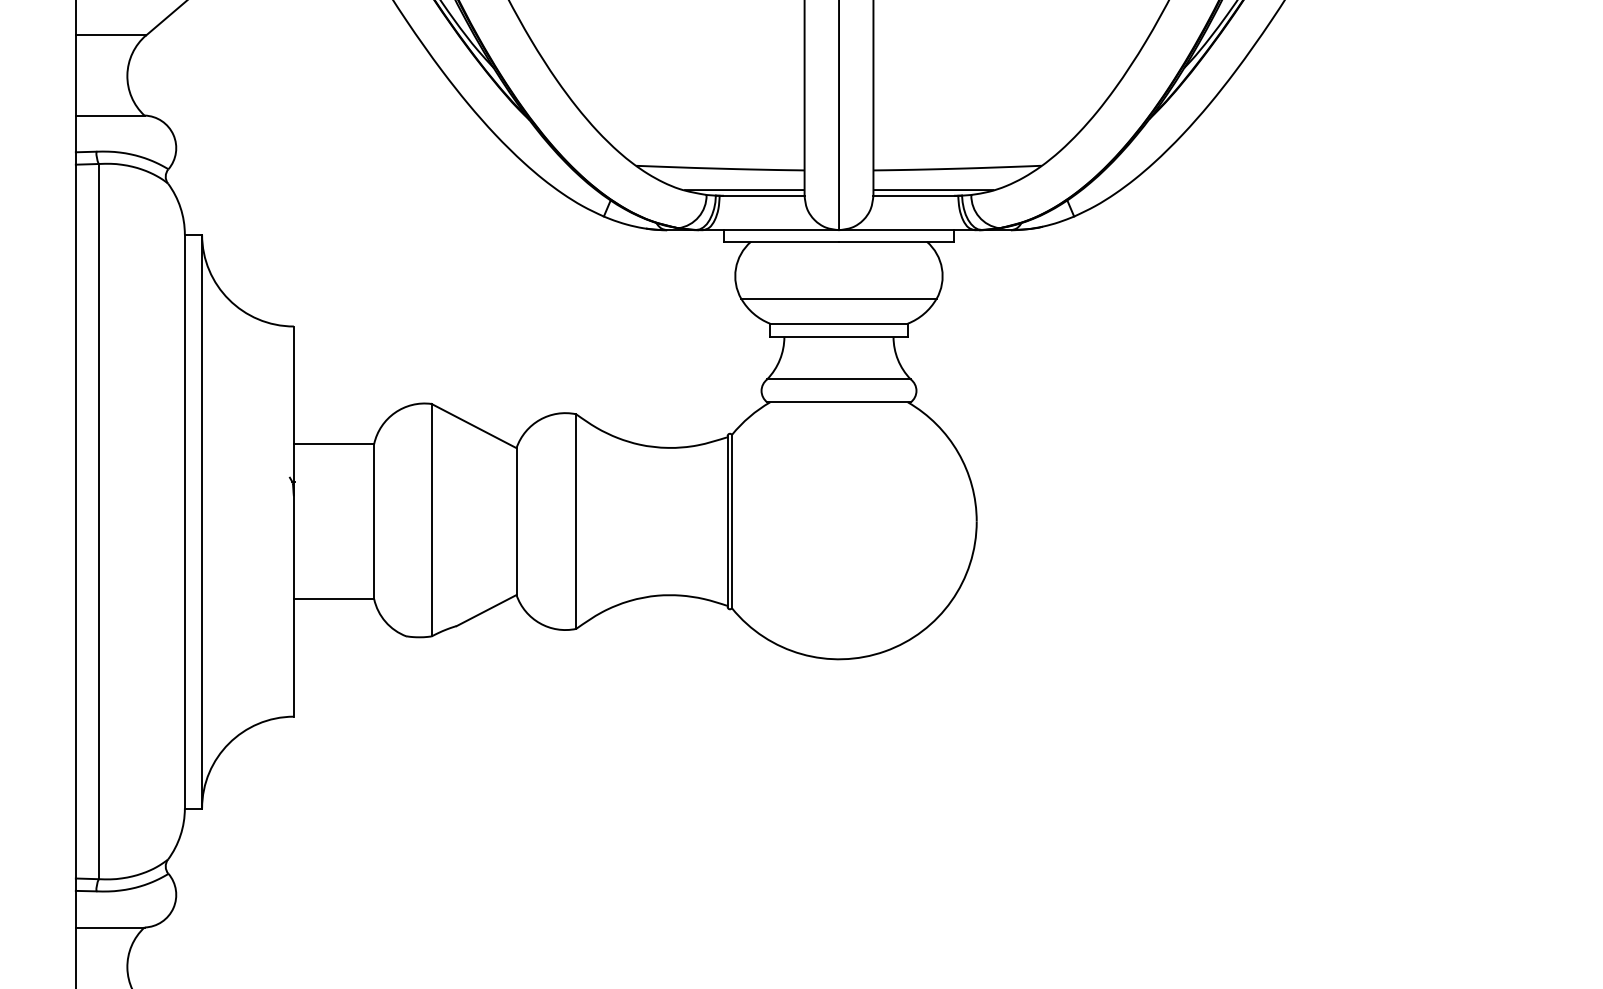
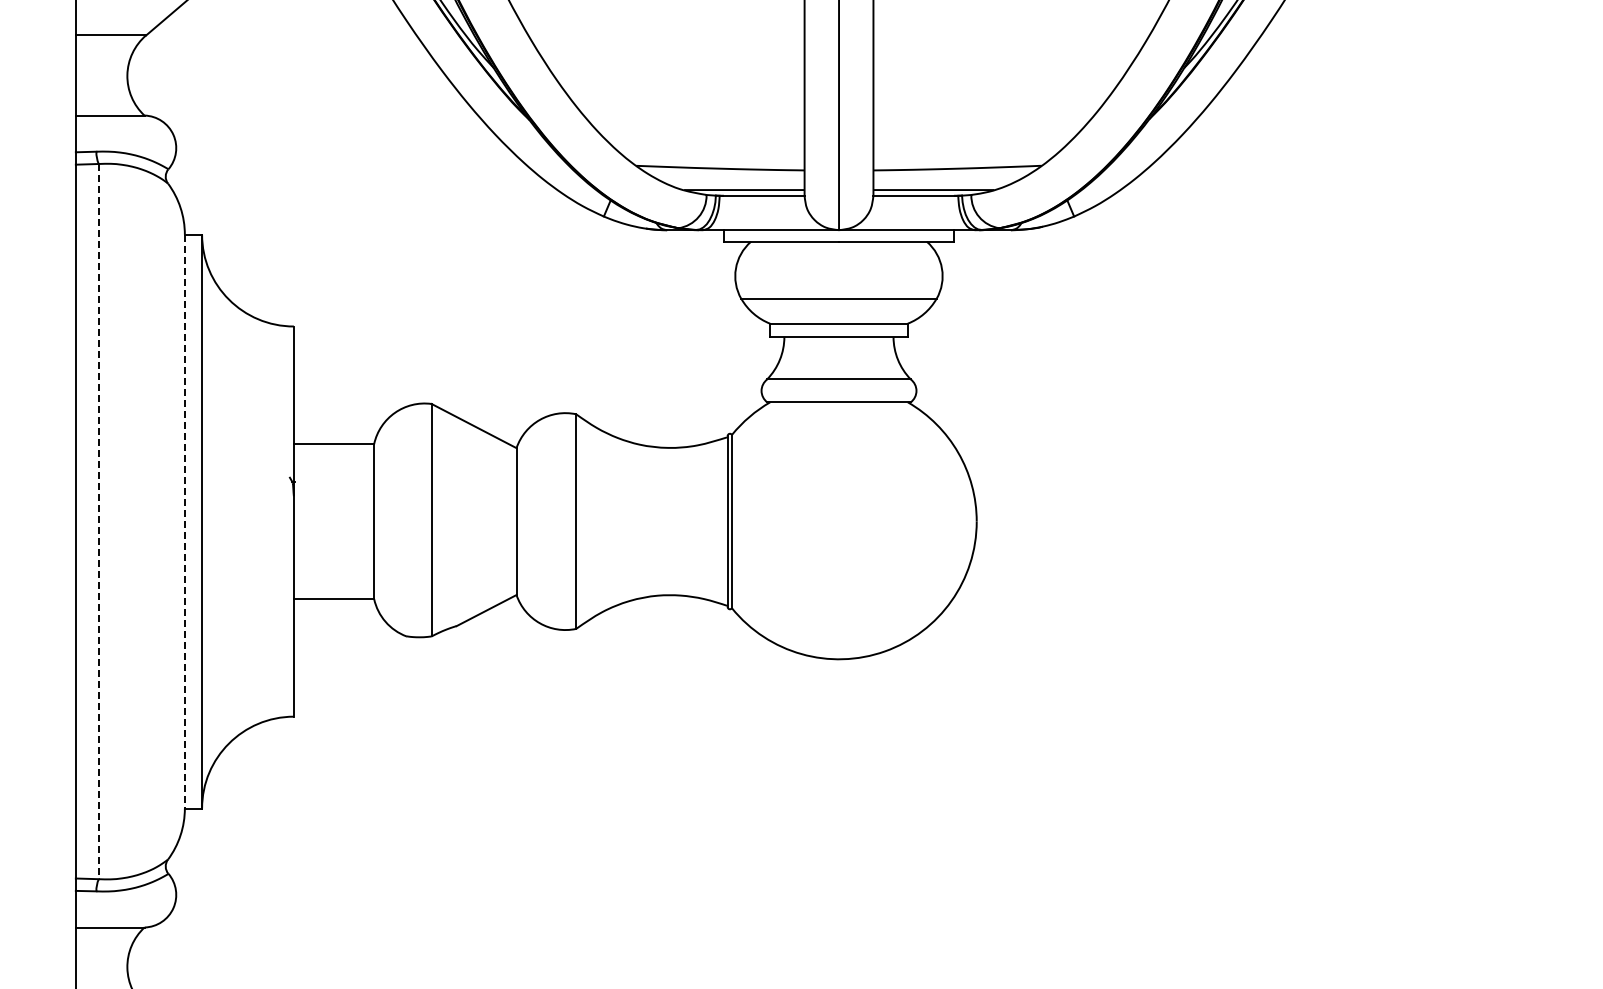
line at (98, 521): solid -> dashed
line at (184, 521): solid -> dashed
